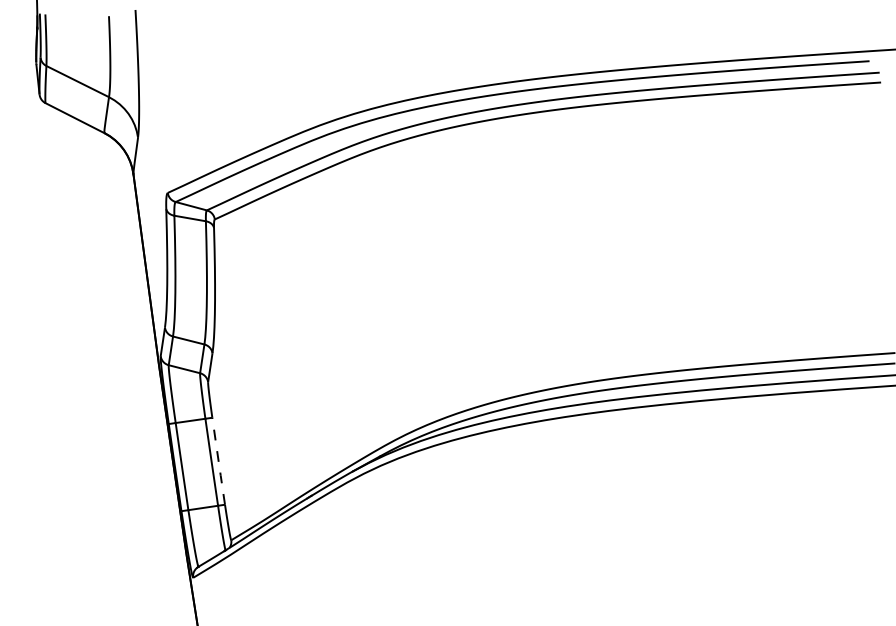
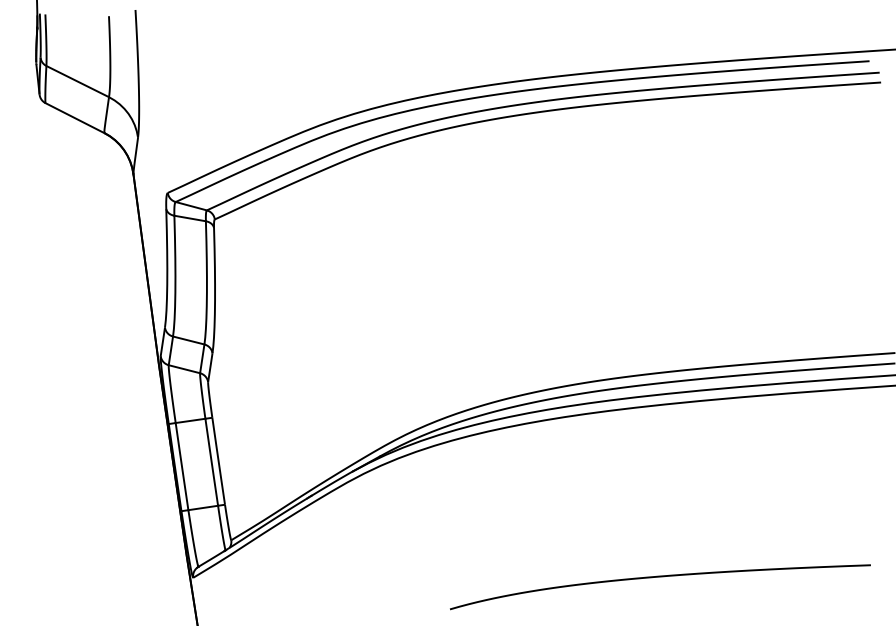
line at (218, 461): dashed -> solid
curve at (660, 577): none -> present
